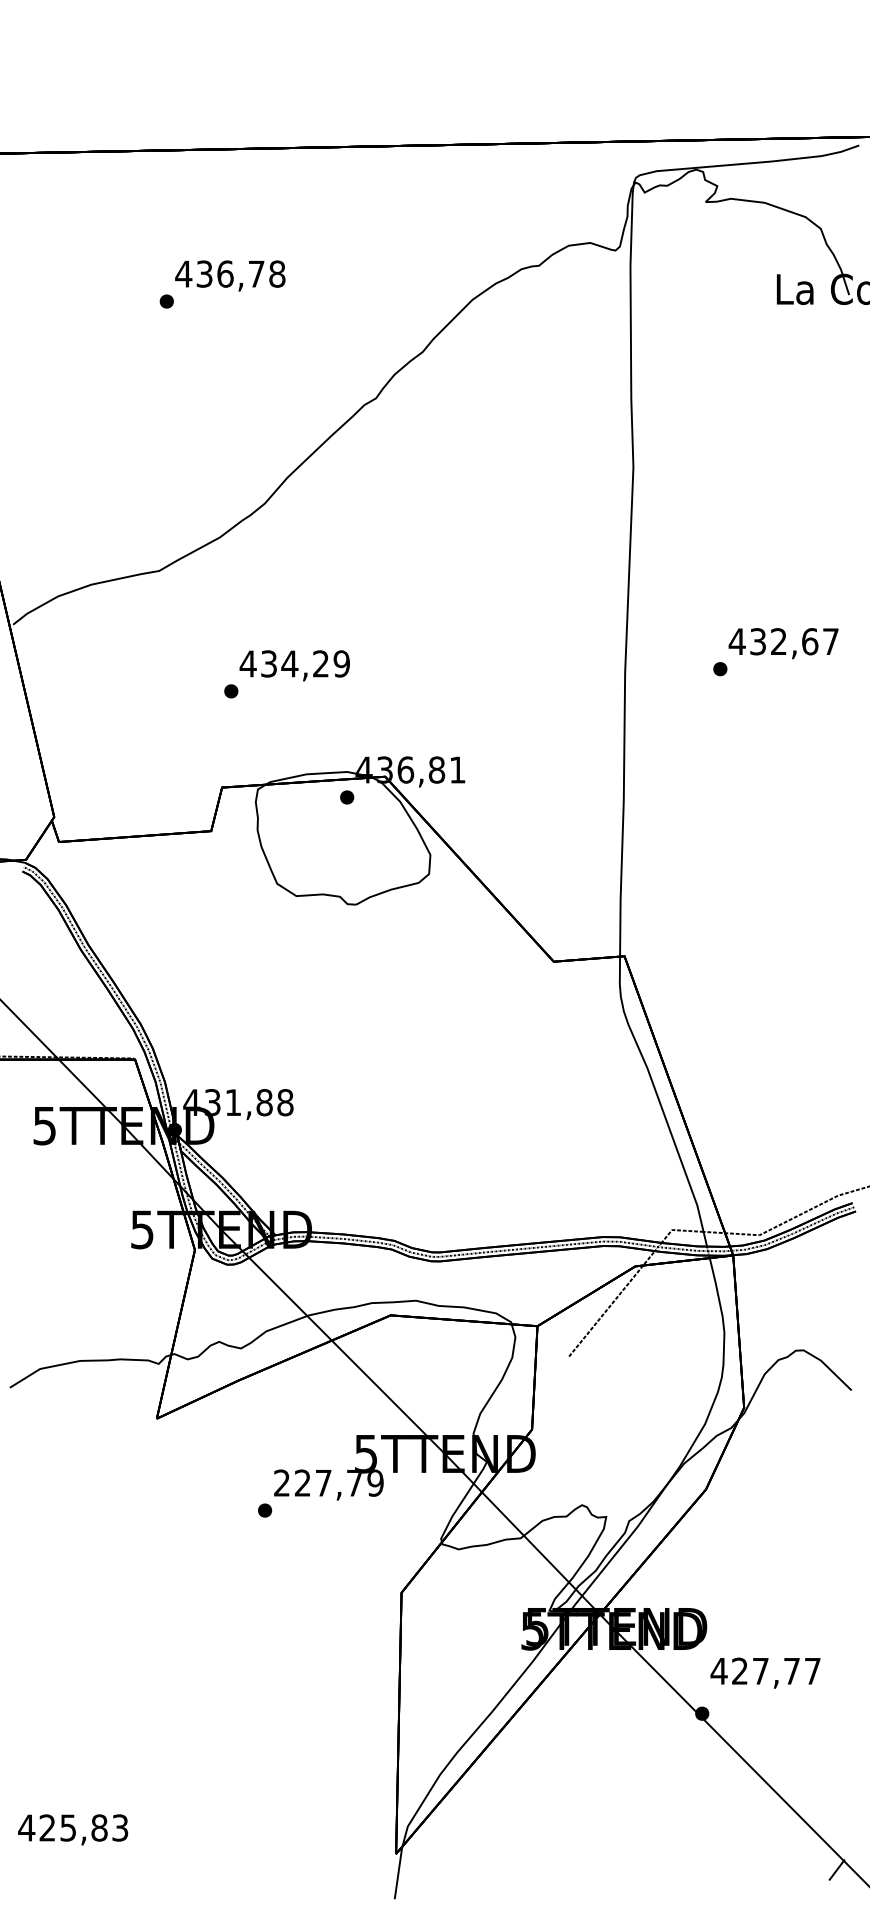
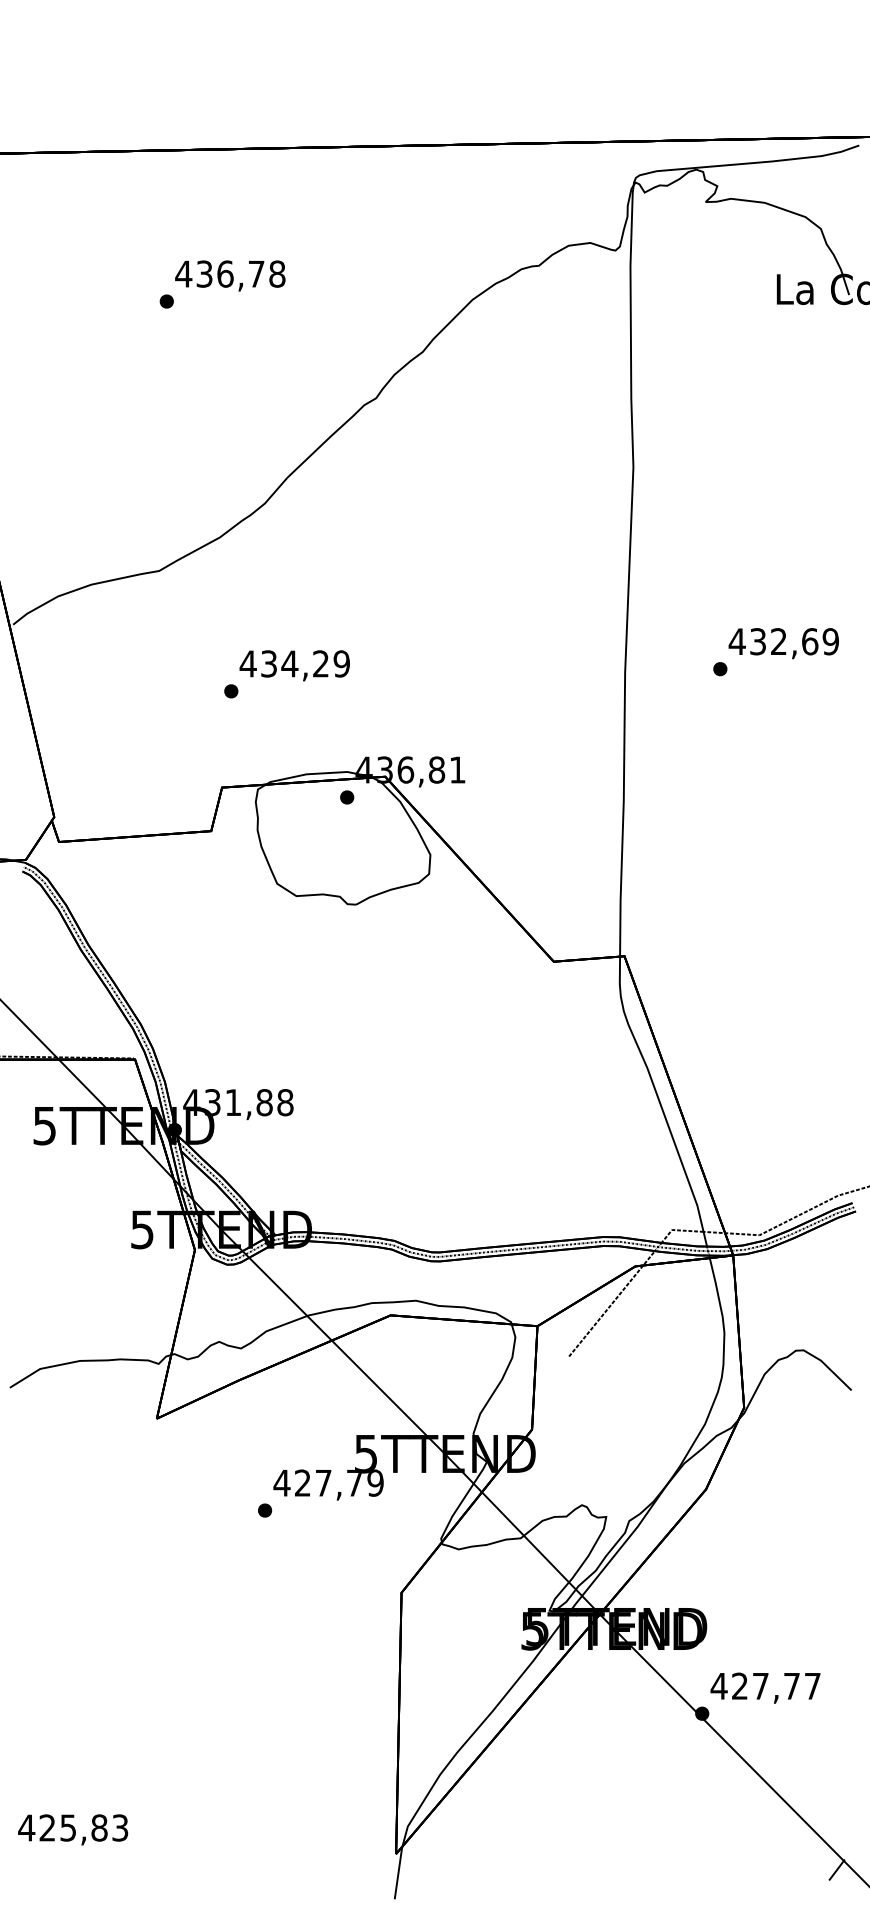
text at (830, 641): 432,67 -> 432,69
text at (281, 1482): 227,79 -> 427,79
text at (765, 1672) position: (765, 1672) -> (765, 1687)
